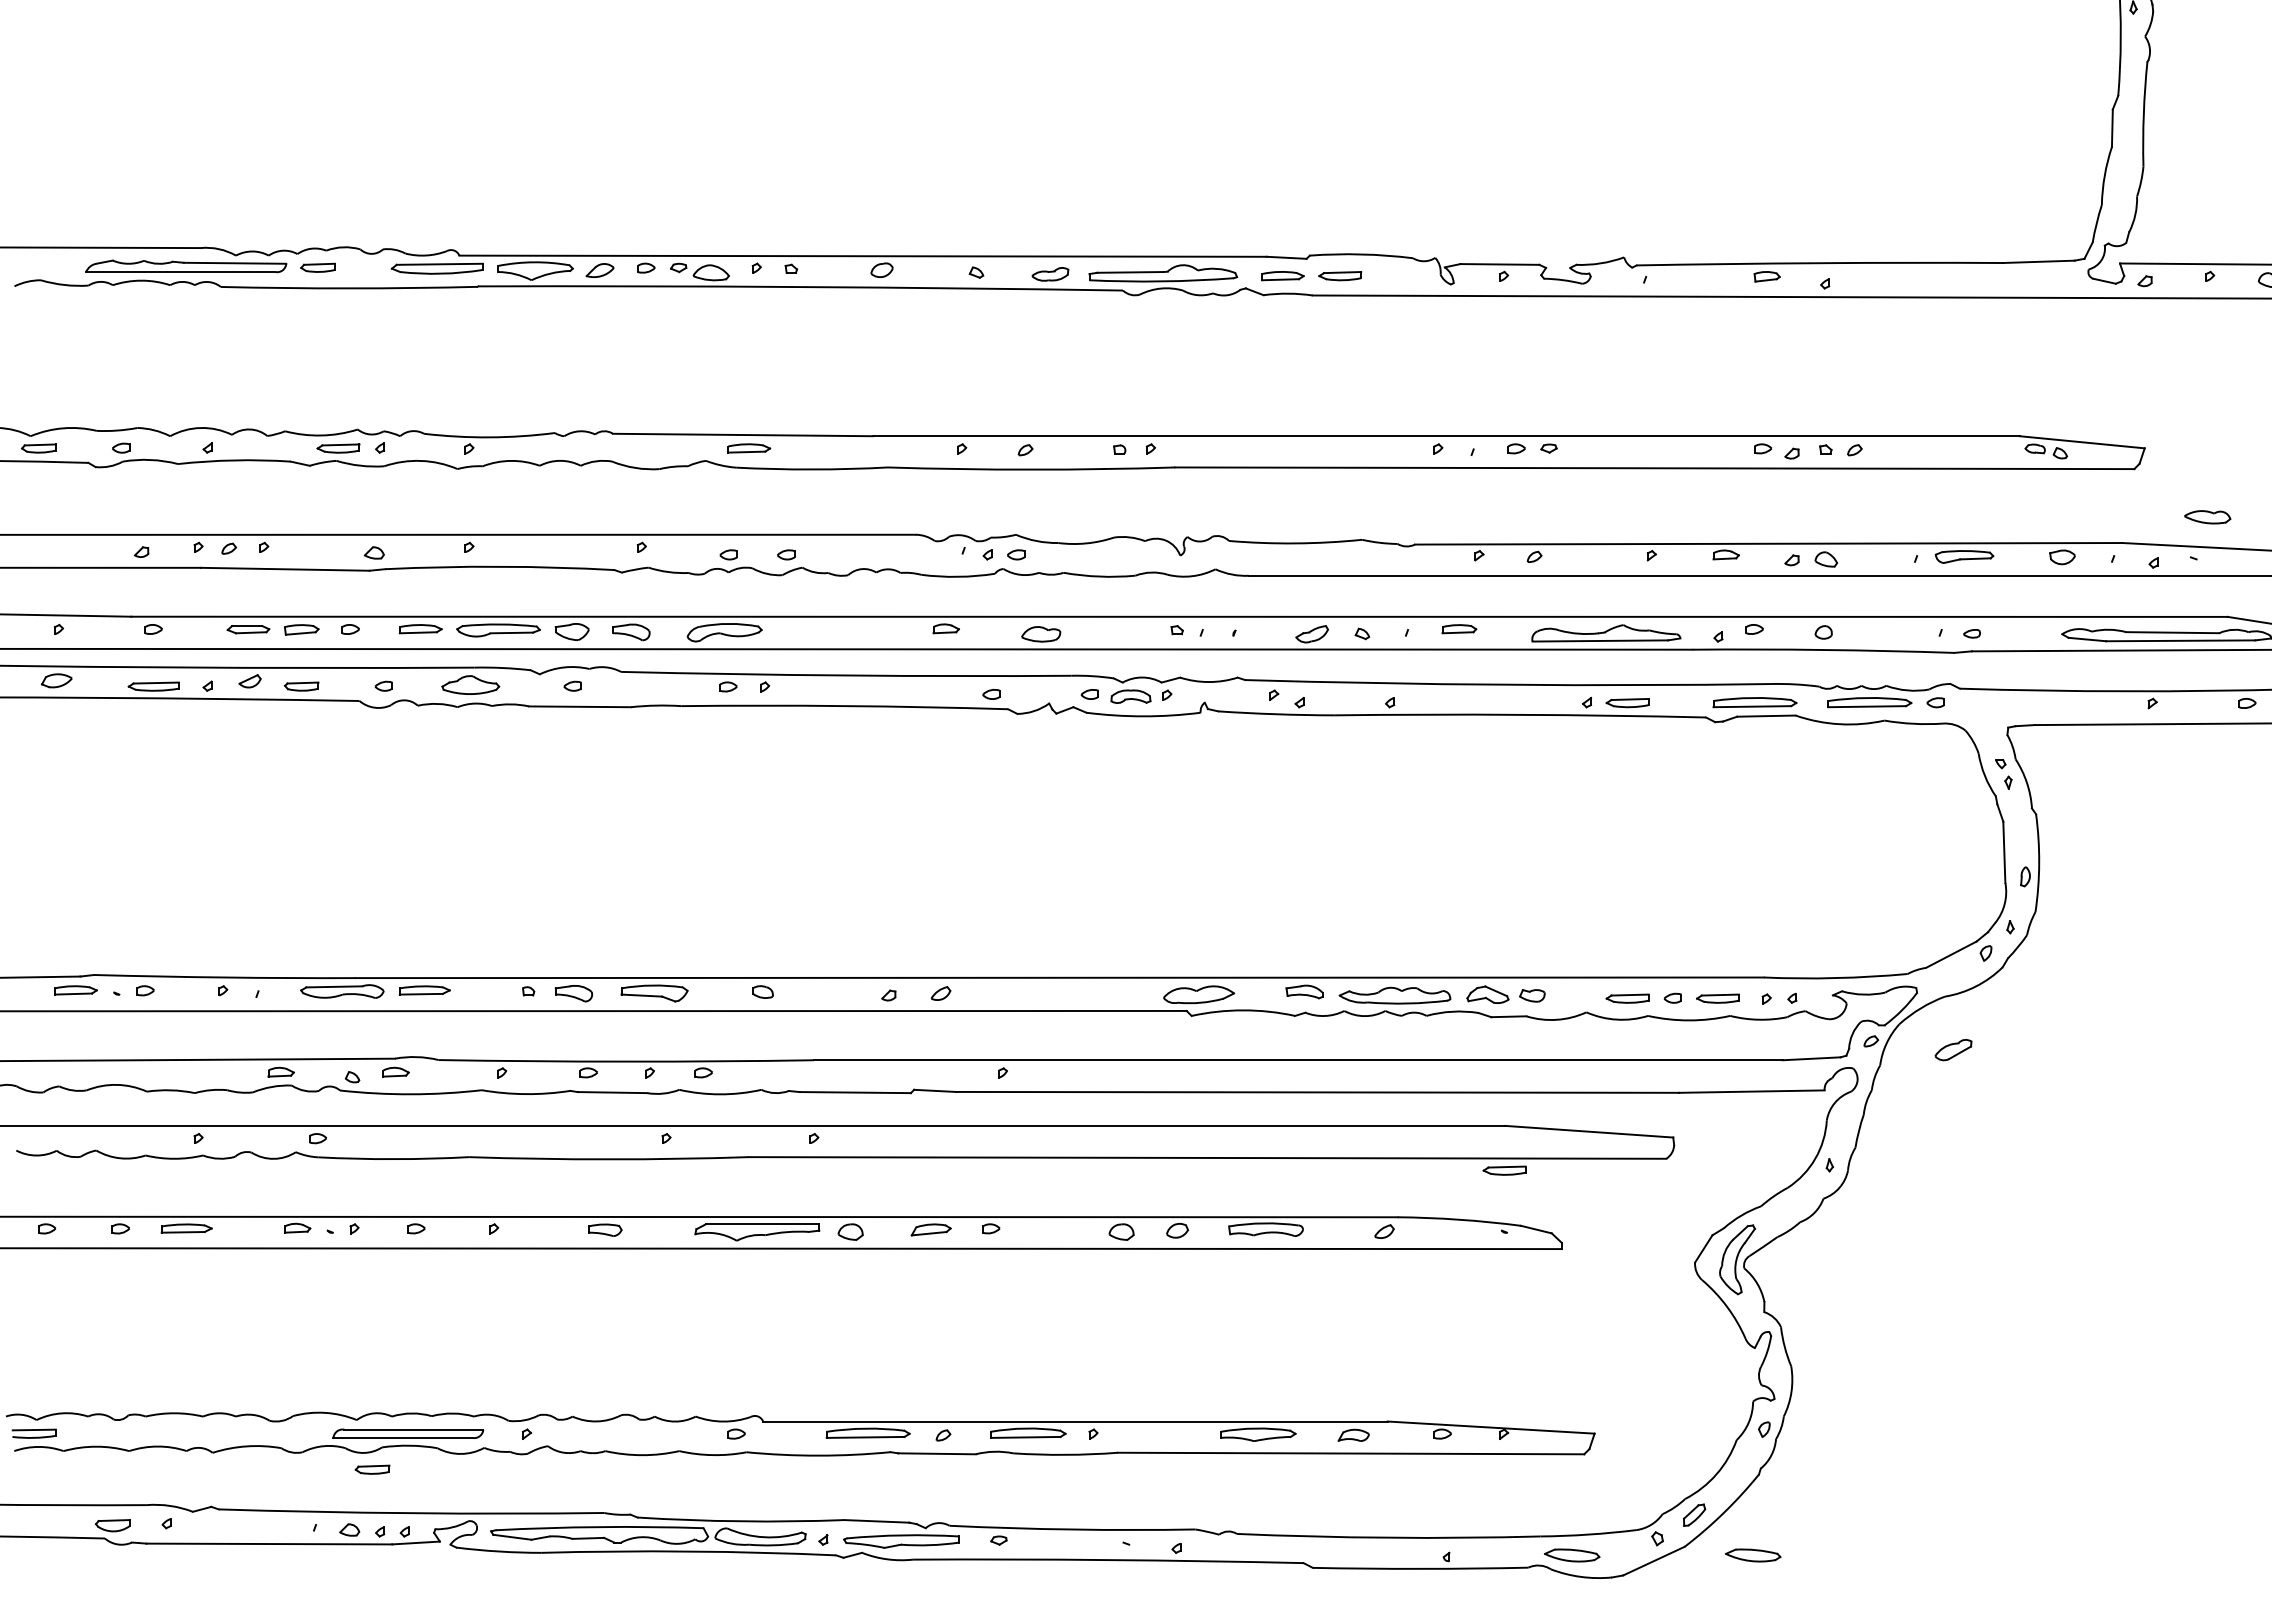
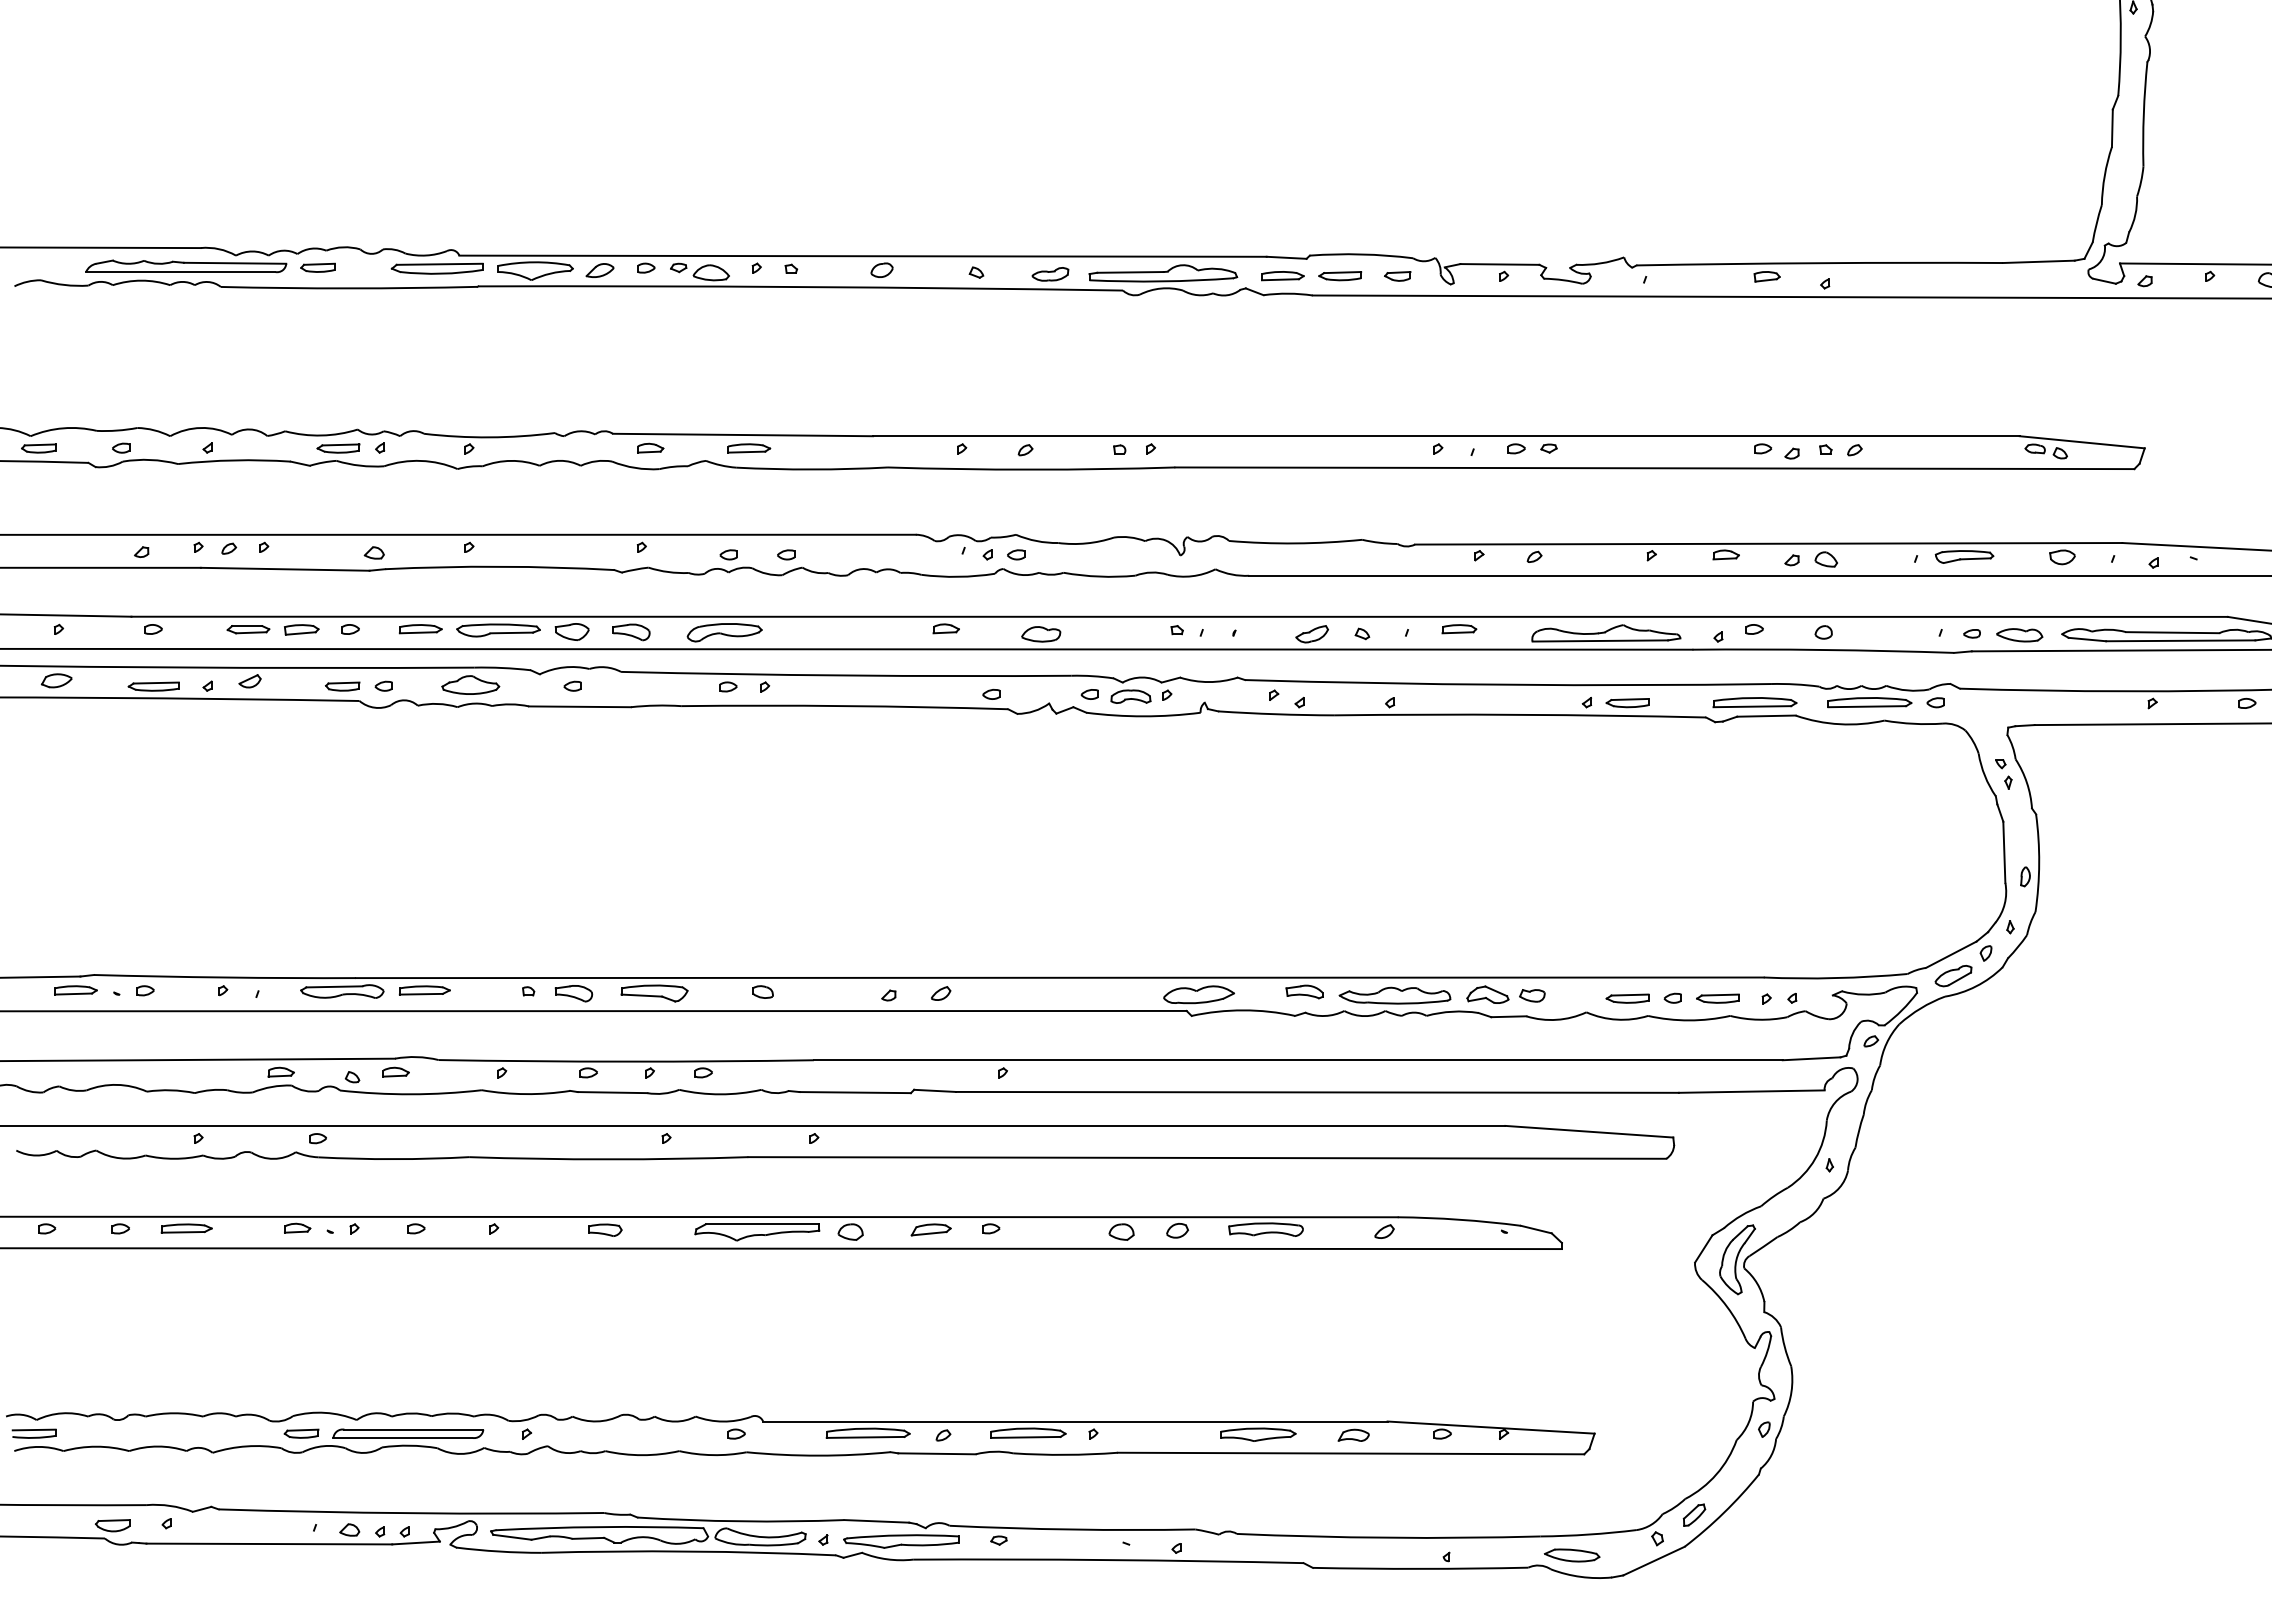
part at (1397, 276): none -> present
part at (650, 447): none -> present
part at (2207, 517) position: (2207, 517) -> (2019, 635)
part at (301, 686) position: (301, 686) -> (342, 686)
part at (1953, 1050) position: (1953, 1050) -> (1953, 976)
part at (1504, 1170): present -> none
part at (372, 1469) position: (372, 1469) -> (301, 1433)
part at (1752, 1555): present -> none
